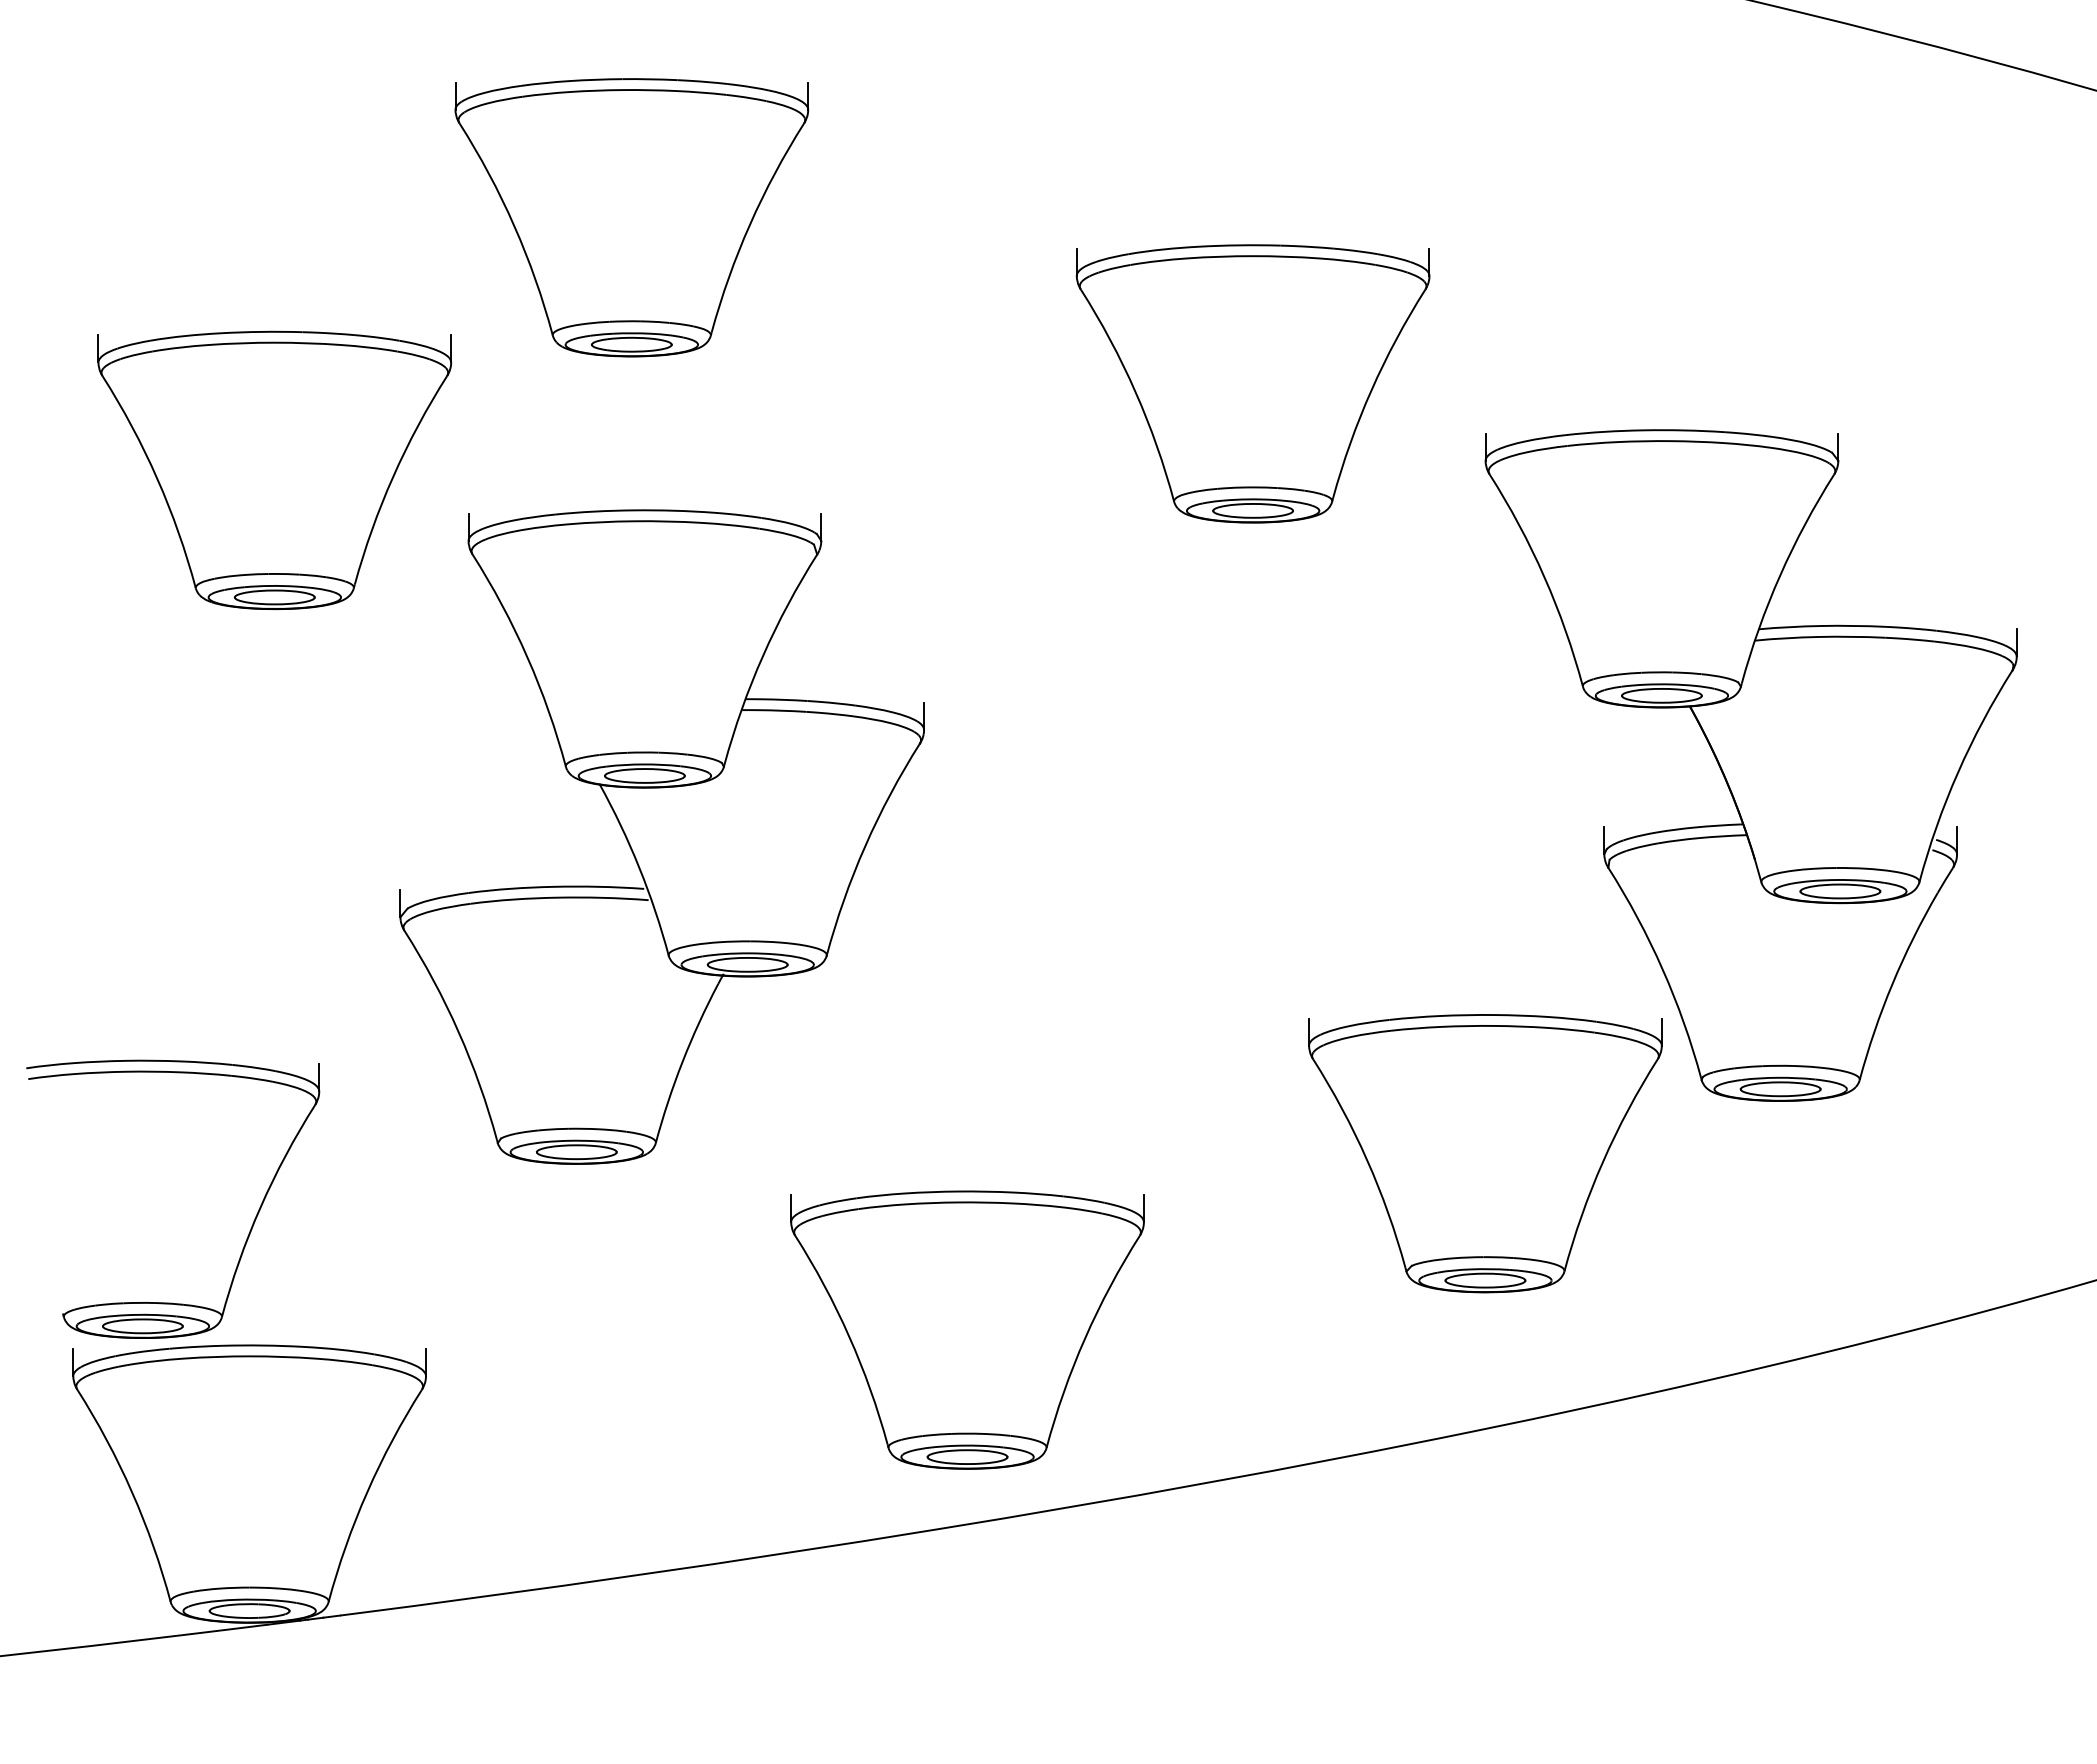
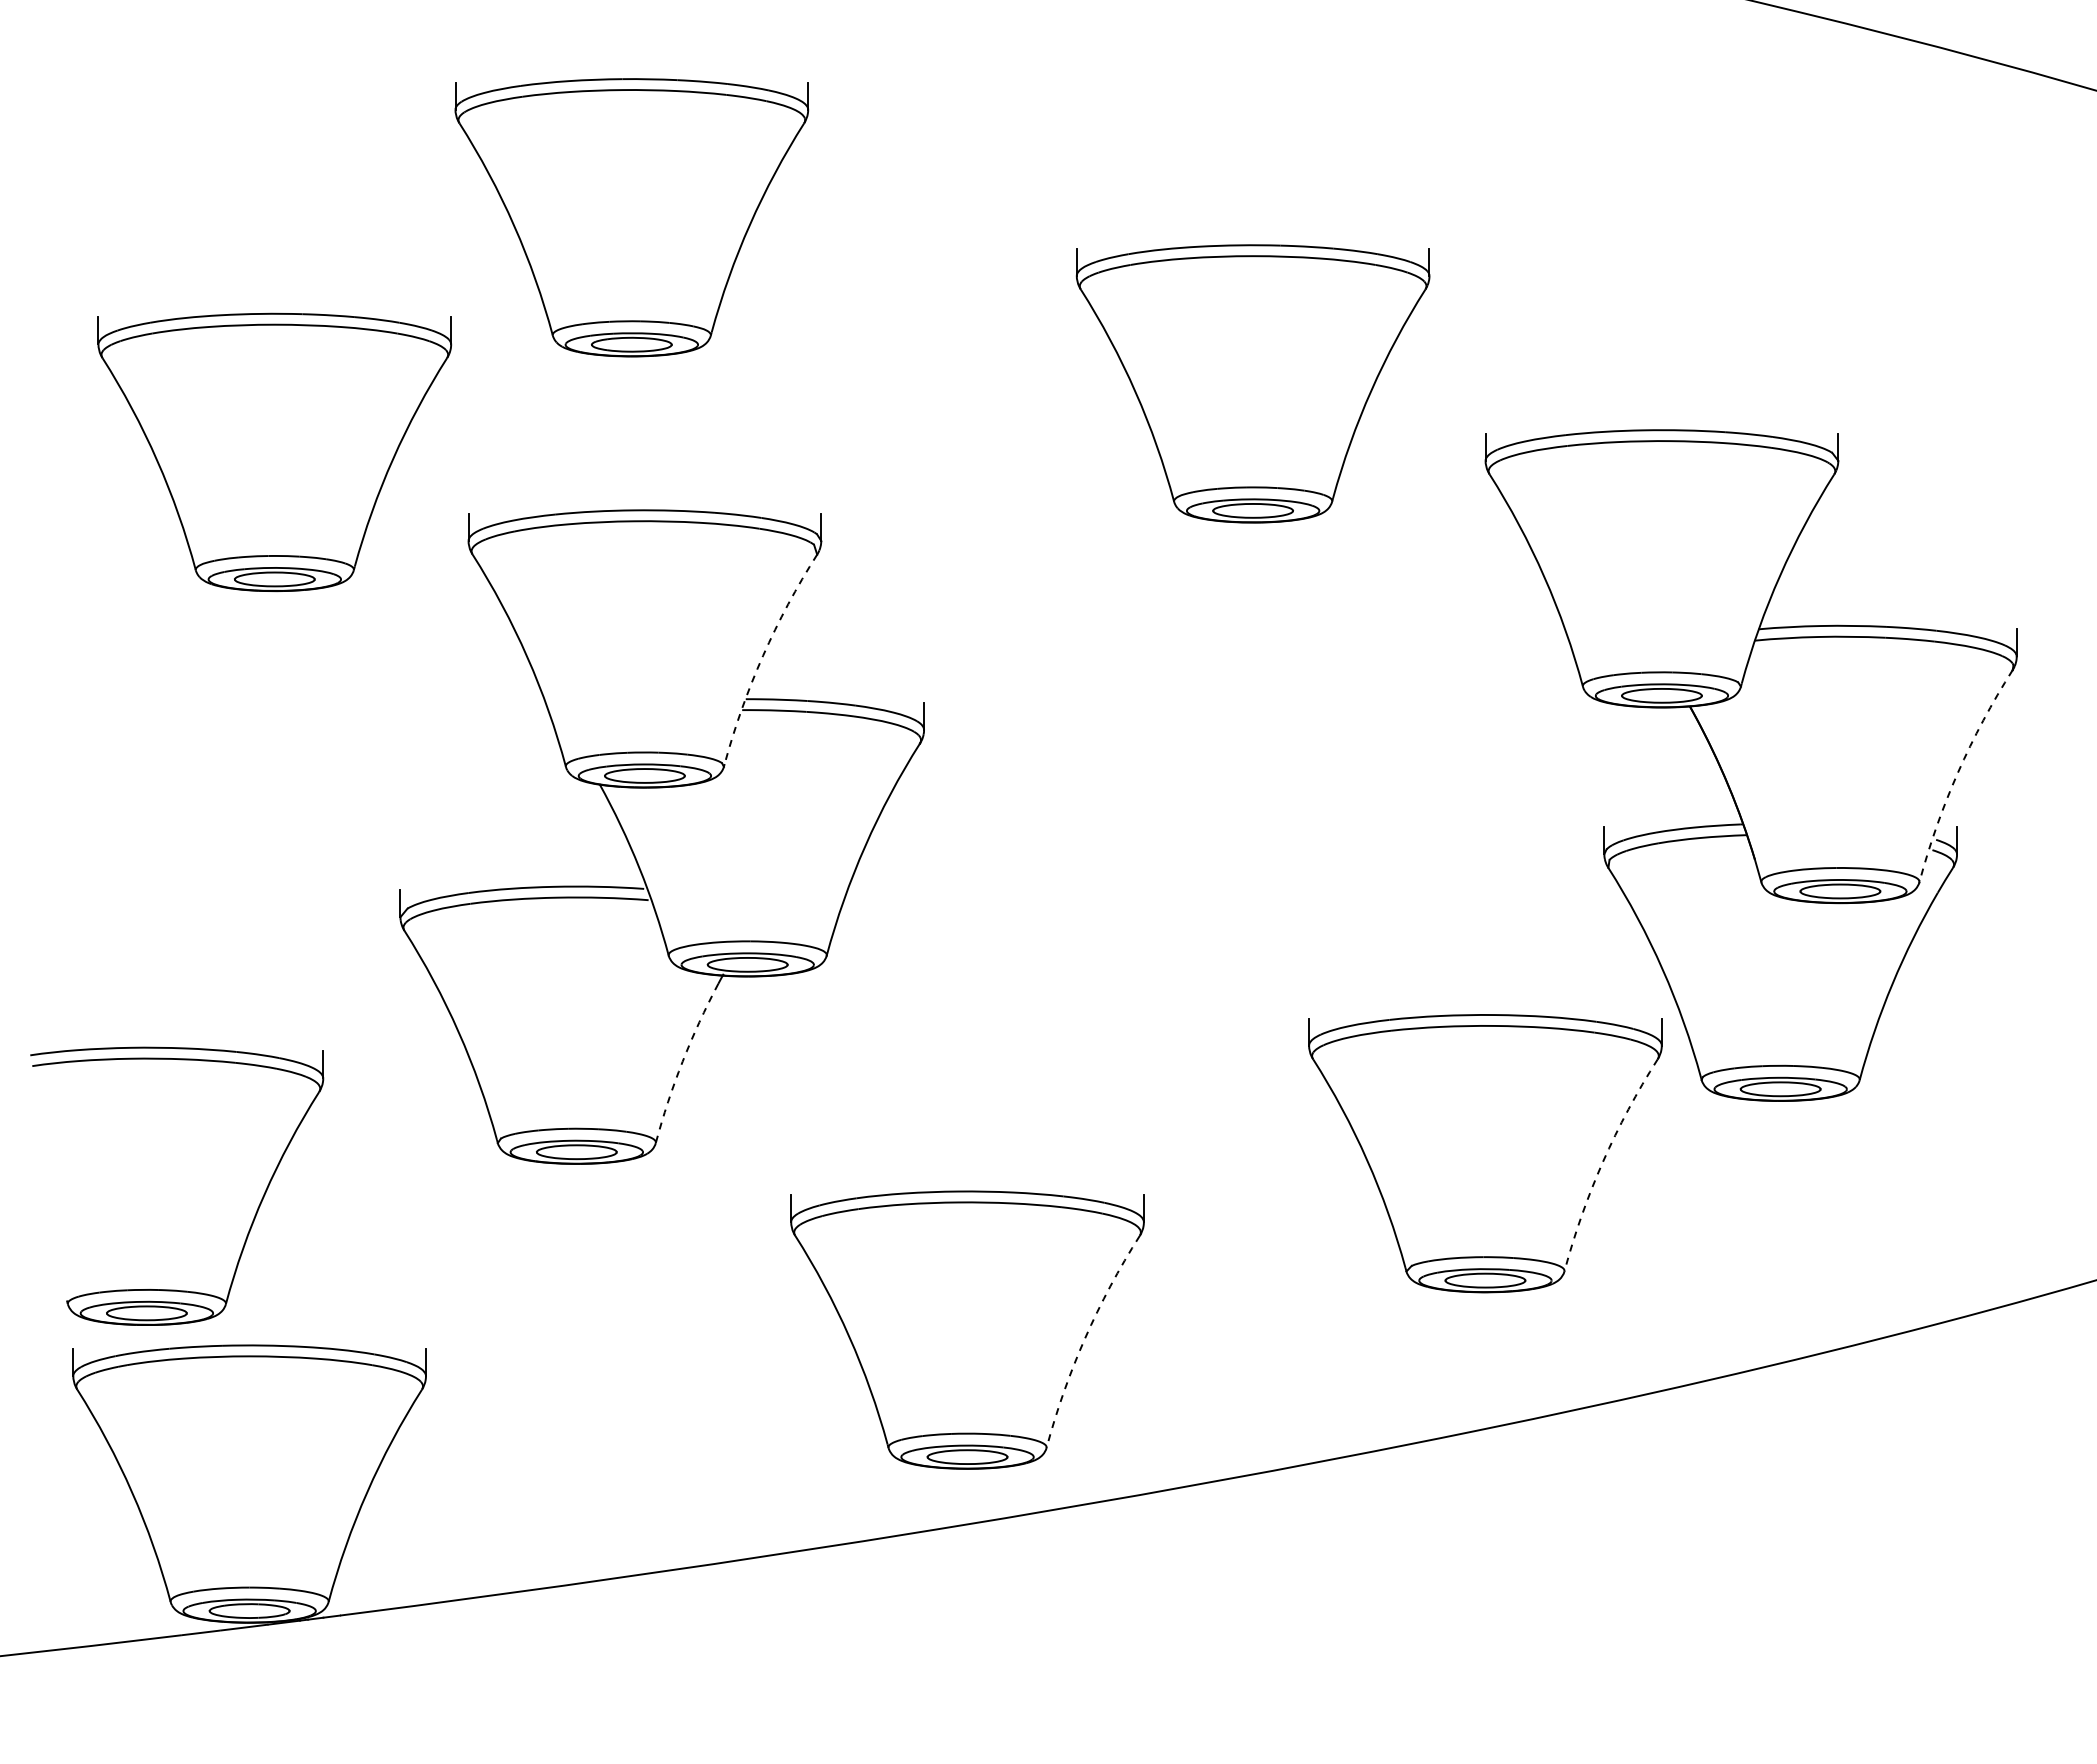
part at (274, 470) position: (274, 470) -> (274, 452)
arc at (763, 655): solid -> dashed
arc at (1957, 772): solid -> dashed
arc at (682, 1061): solid -> dashed
arc at (1603, 1161): solid -> dashed
part at (251, 1225) position: (251, 1225) -> (255, 1212)
arc at (1085, 1338): solid -> dashed
